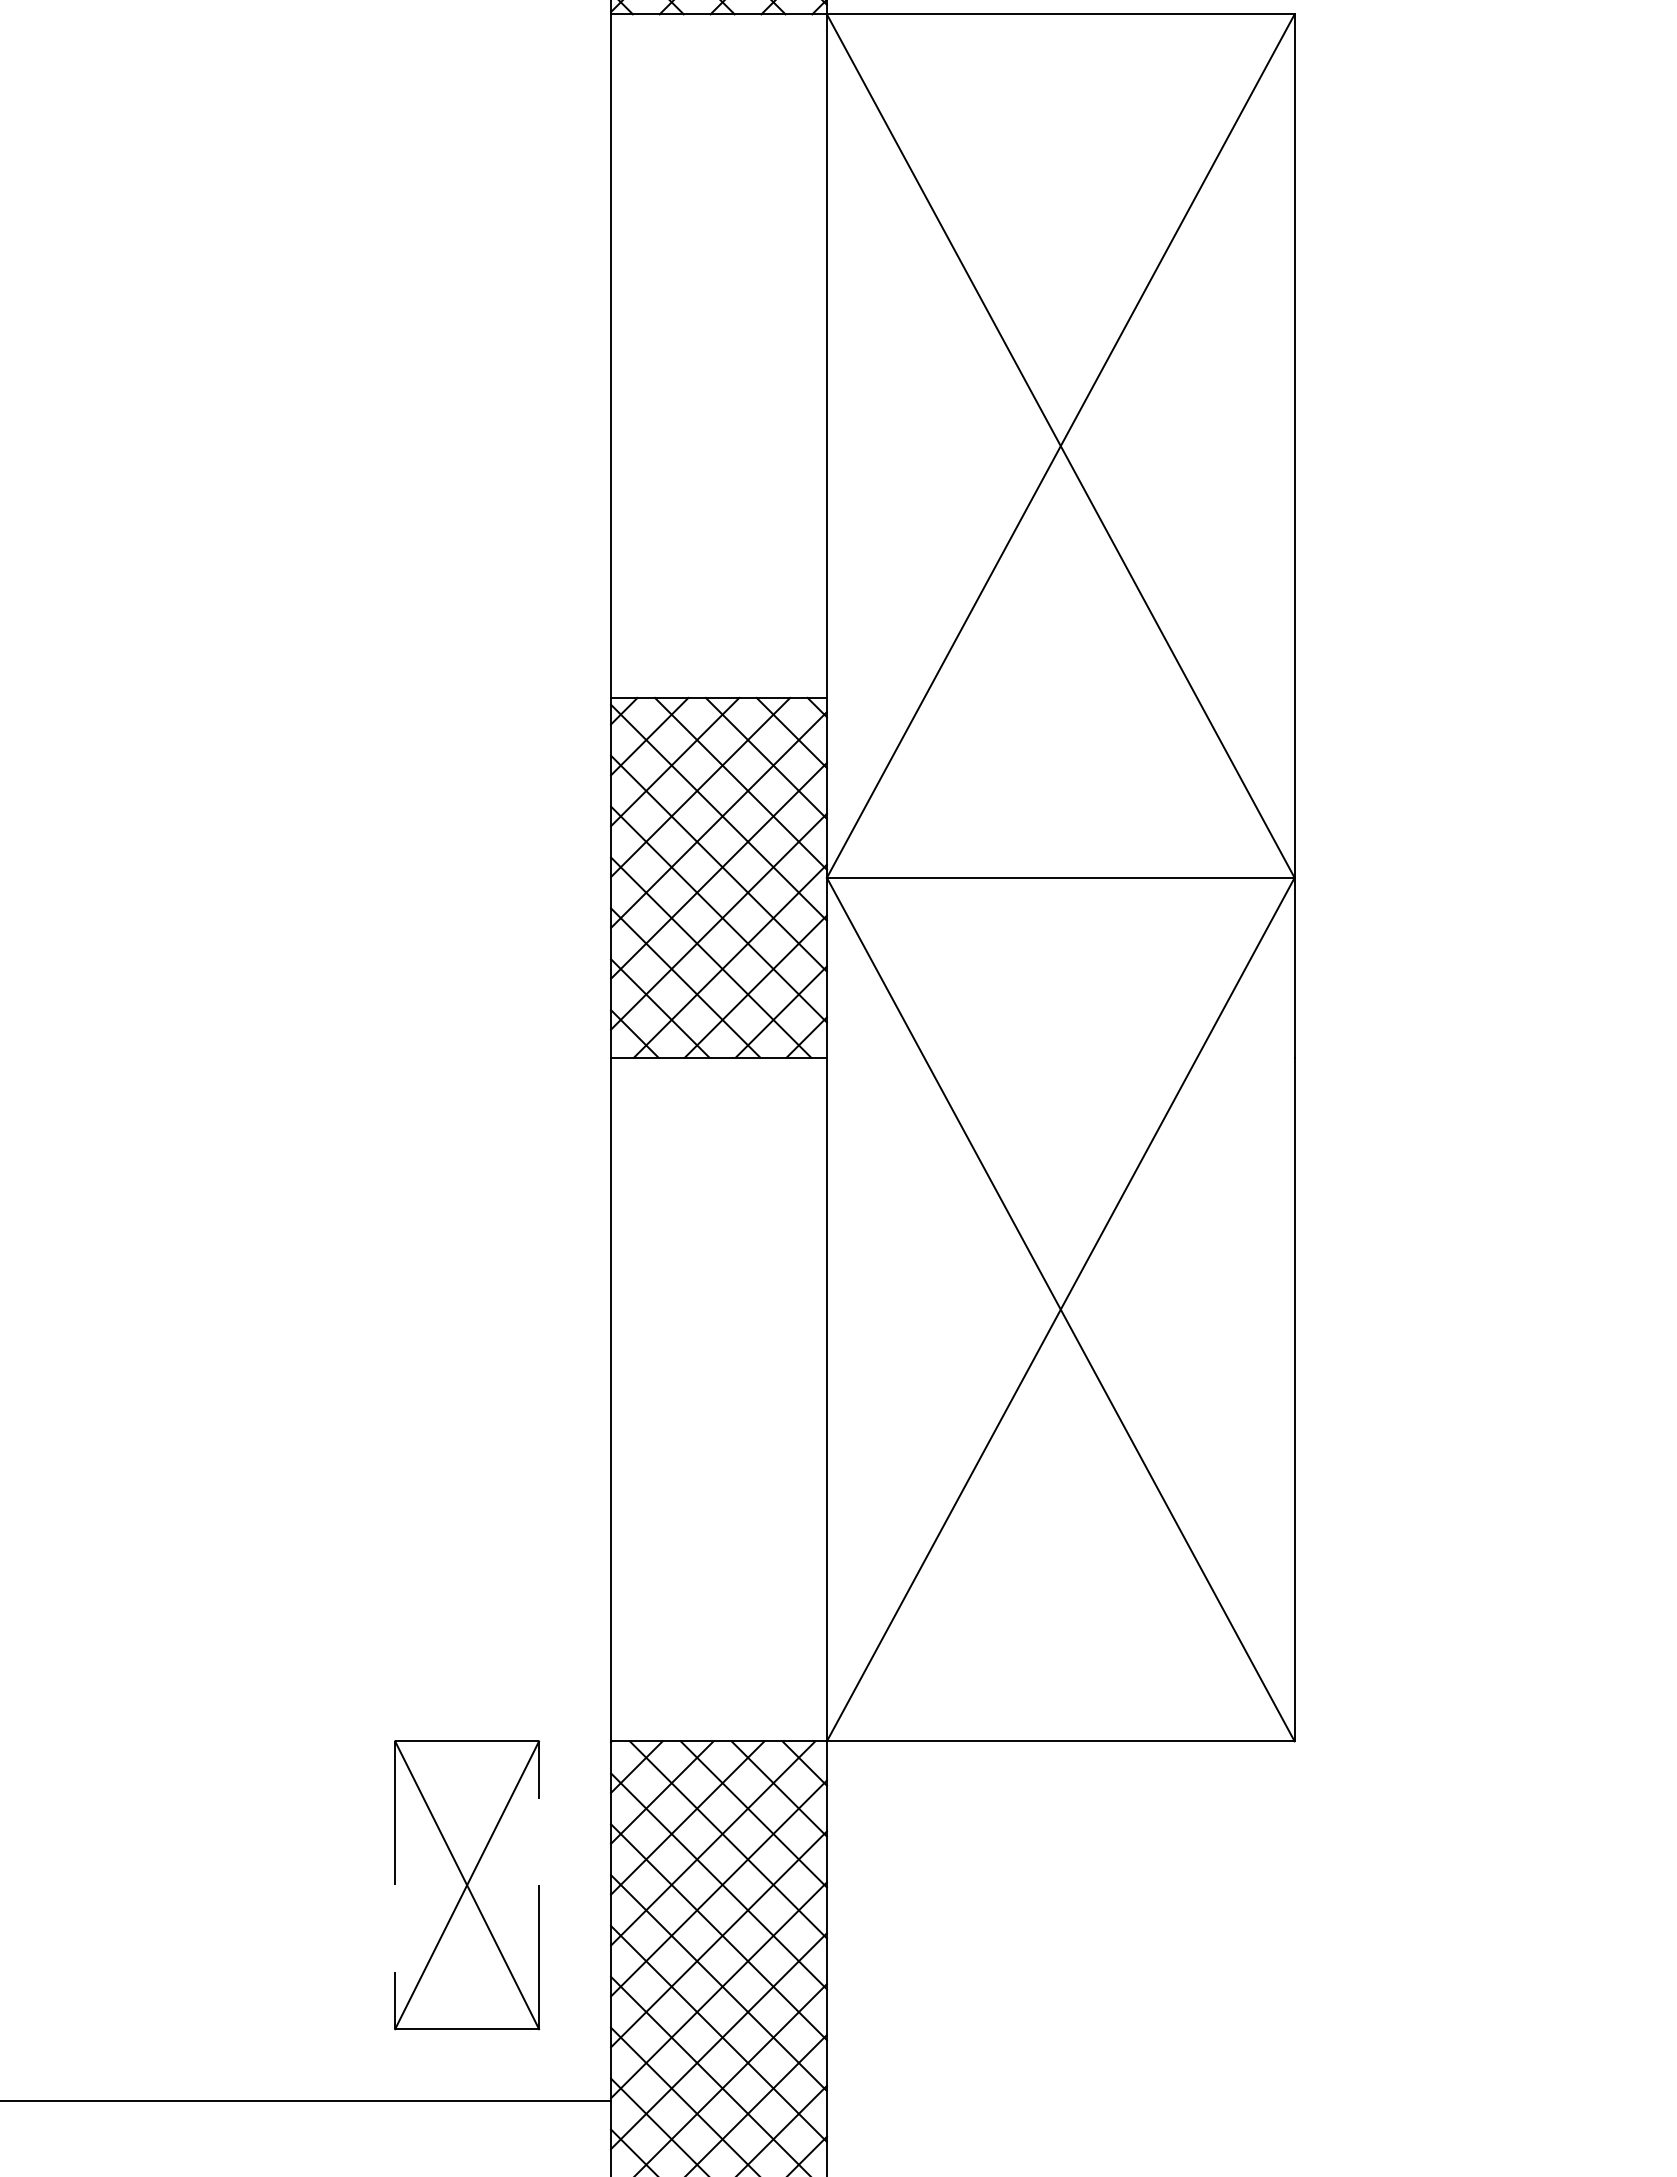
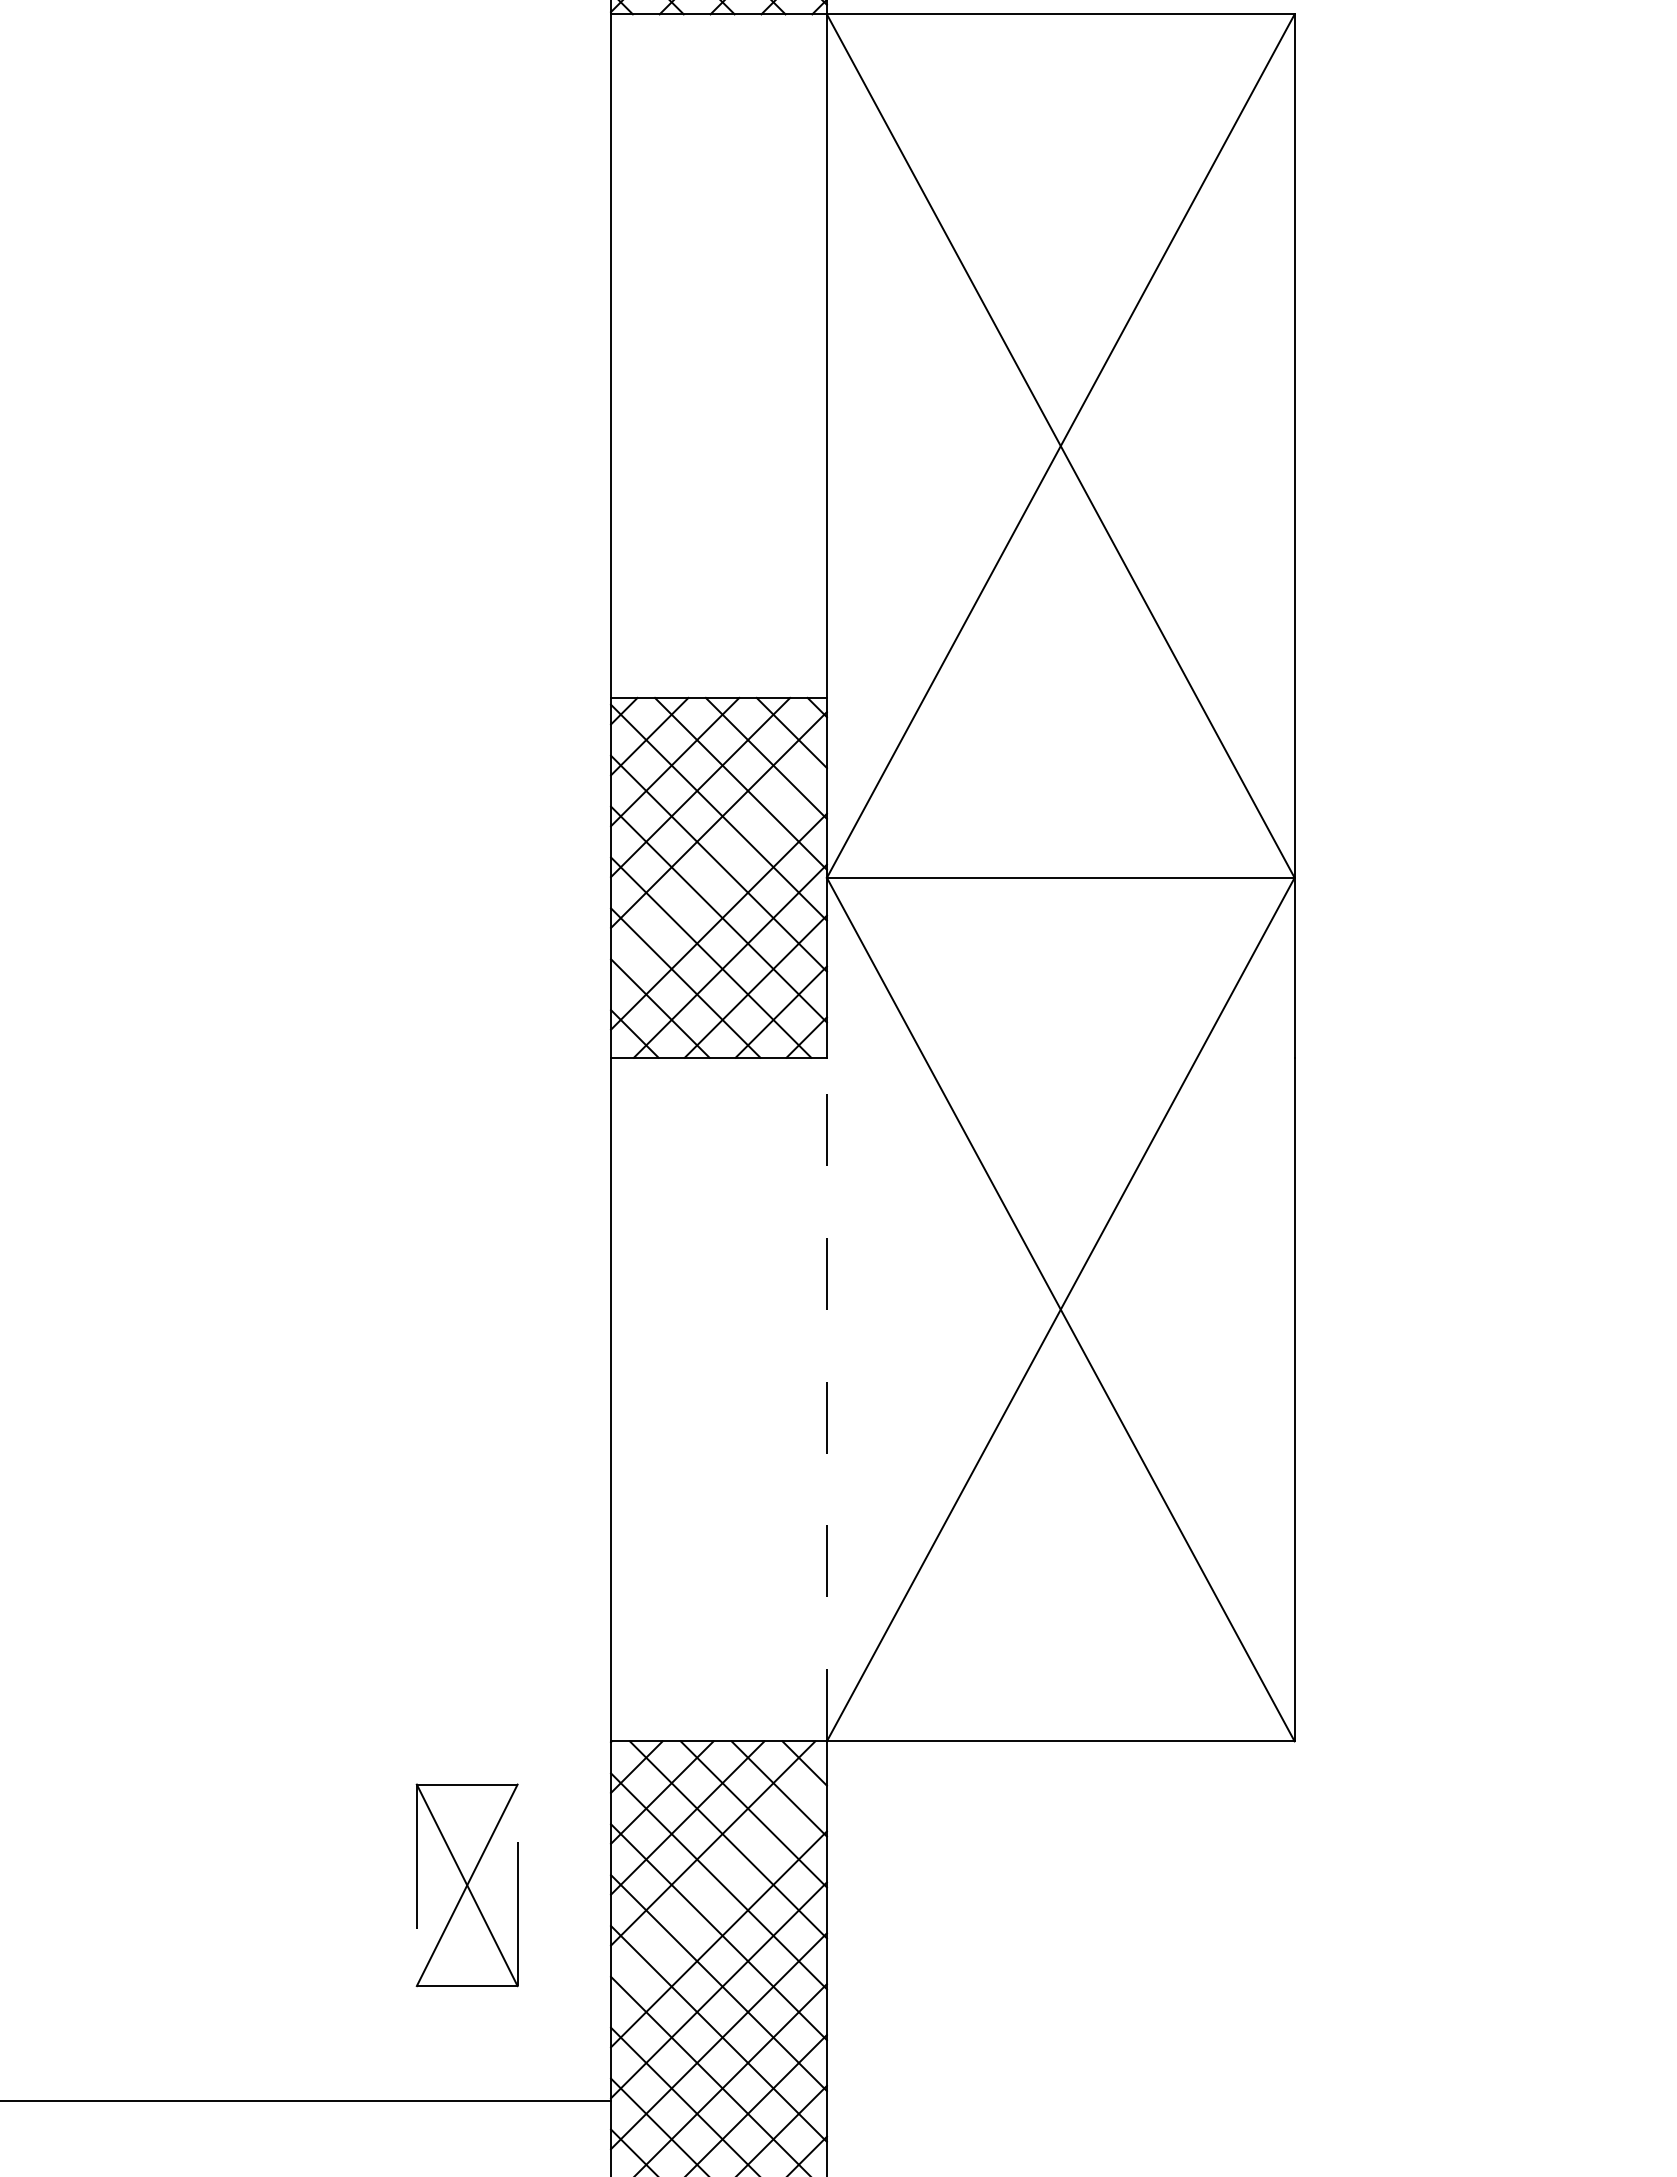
line at (718, 870): present -> none
line at (826, 1399): solid -> dashed
part at (467, 1885) size: 147x291 px -> 104x205 px
line at (718, 1888): present -> none
